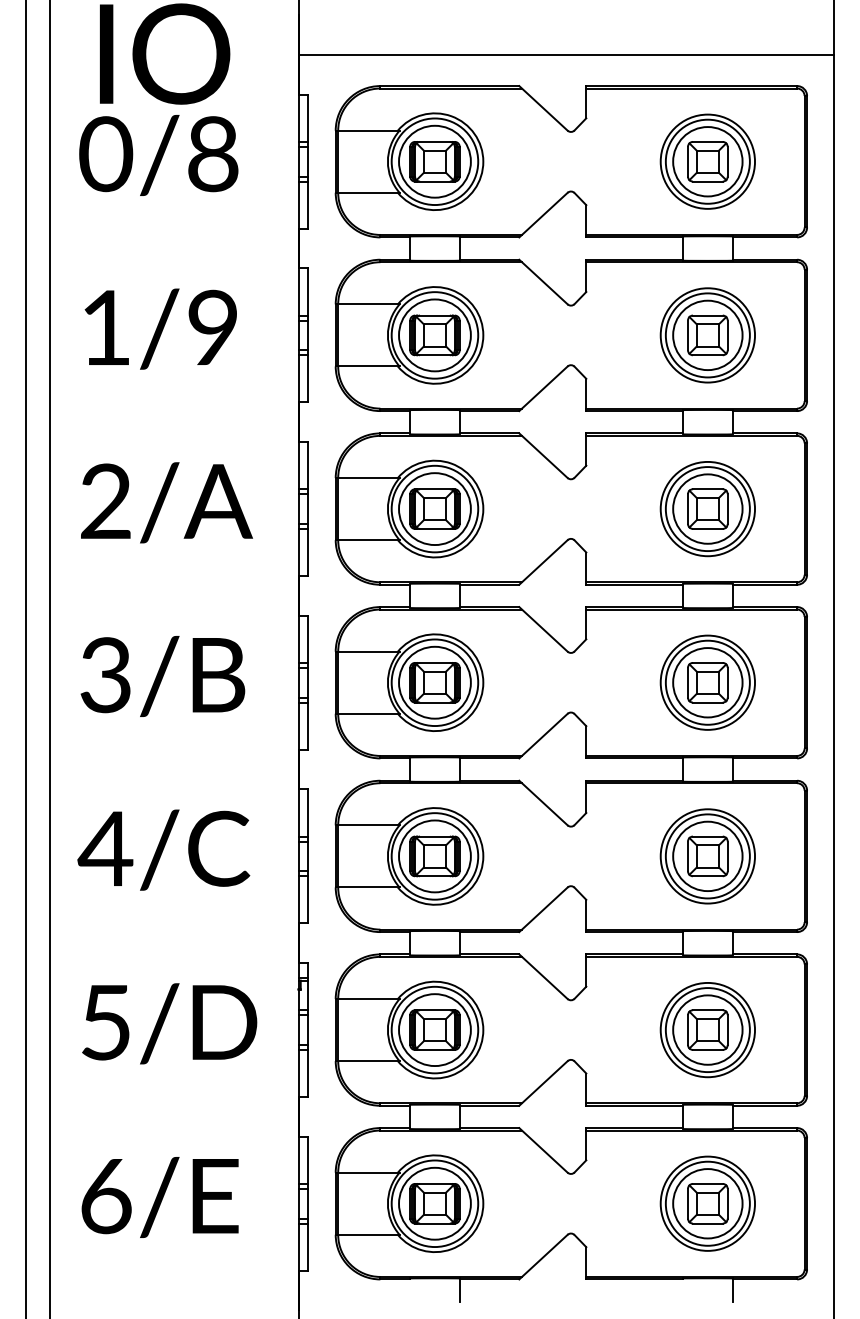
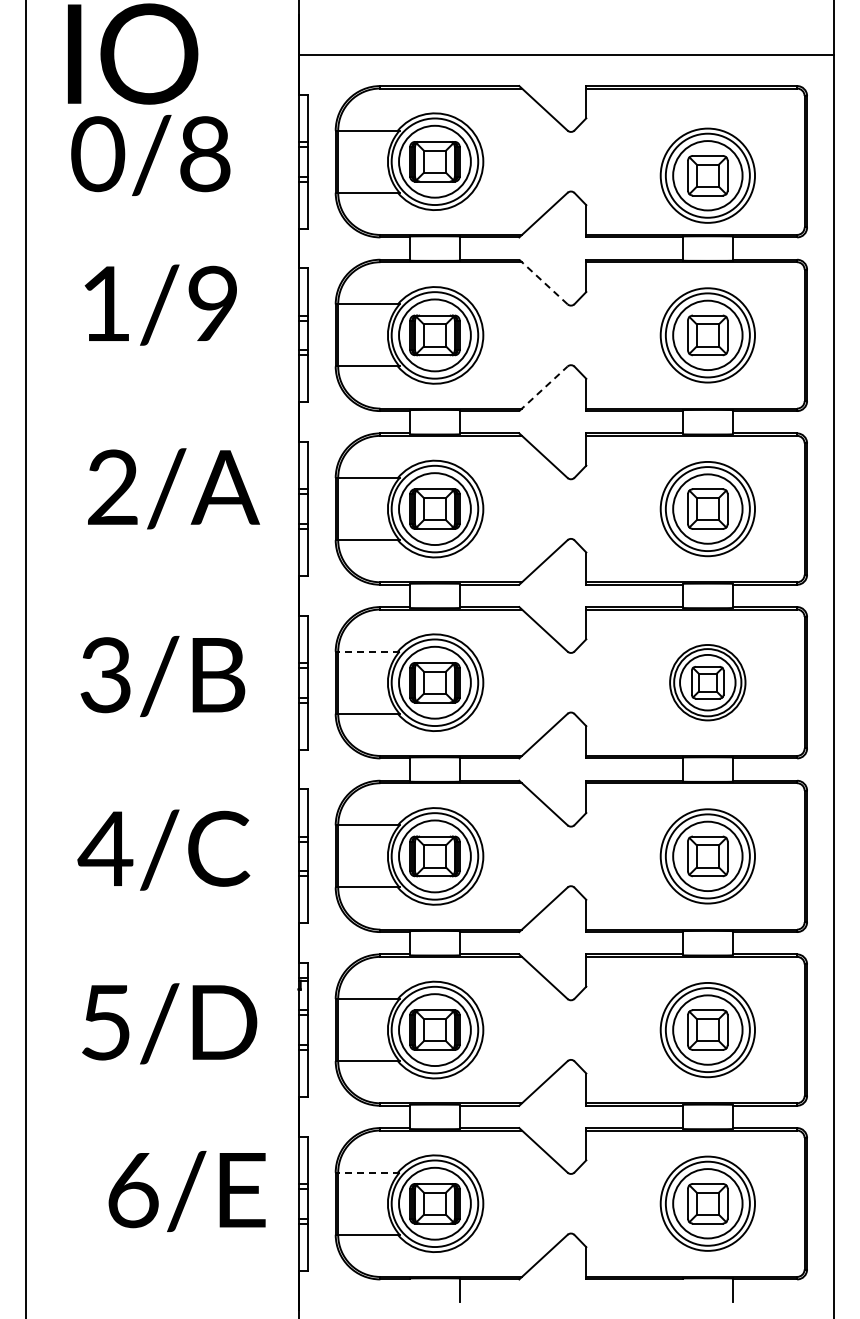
text at (165, 53) position: (165, 53) -> (133, 53)
text at (158, 155) position: (158, 155) -> (150, 155)
part at (707, 161) position: (707, 161) -> (707, 175)
line at (543, 282): solid -> dashed
text at (160, 328) position: (160, 328) -> (160, 304)
line at (543, 388): solid -> dashed
text at (166, 502) position: (166, 502) -> (173, 488)
line at (368, 651): solid -> dashed
line at (50, 658): present -> none
part at (707, 682) size: 97x97 px -> 78x78 px
line at (368, 1172): solid -> dashed
text at (159, 1197) position: (159, 1197) -> (186, 1191)
